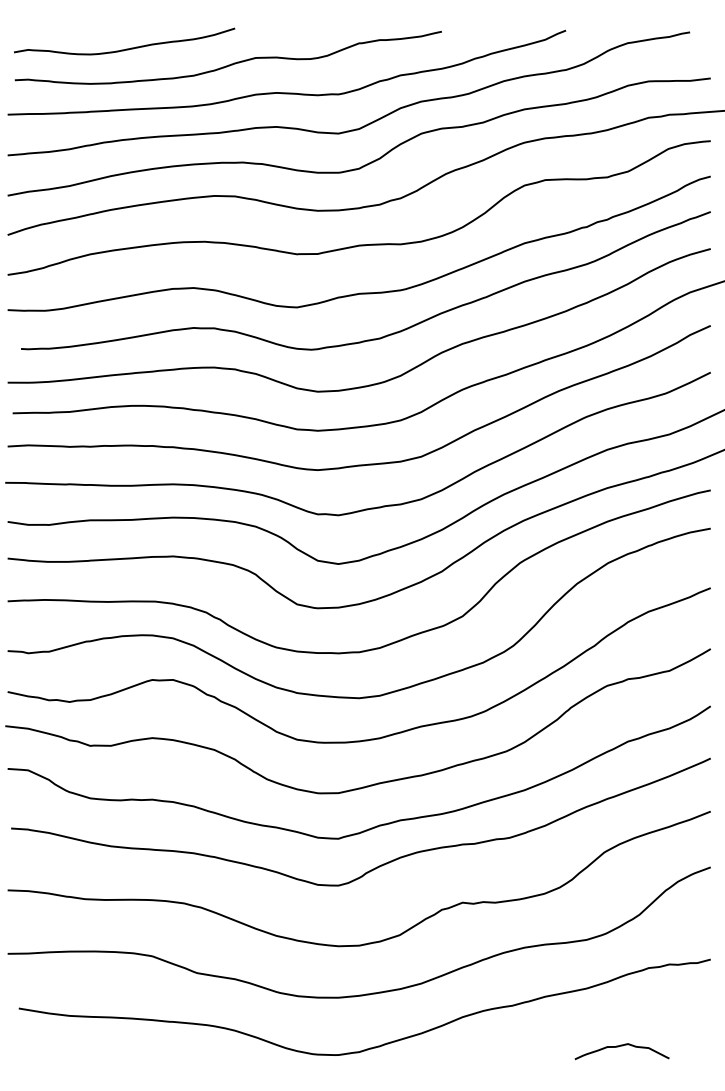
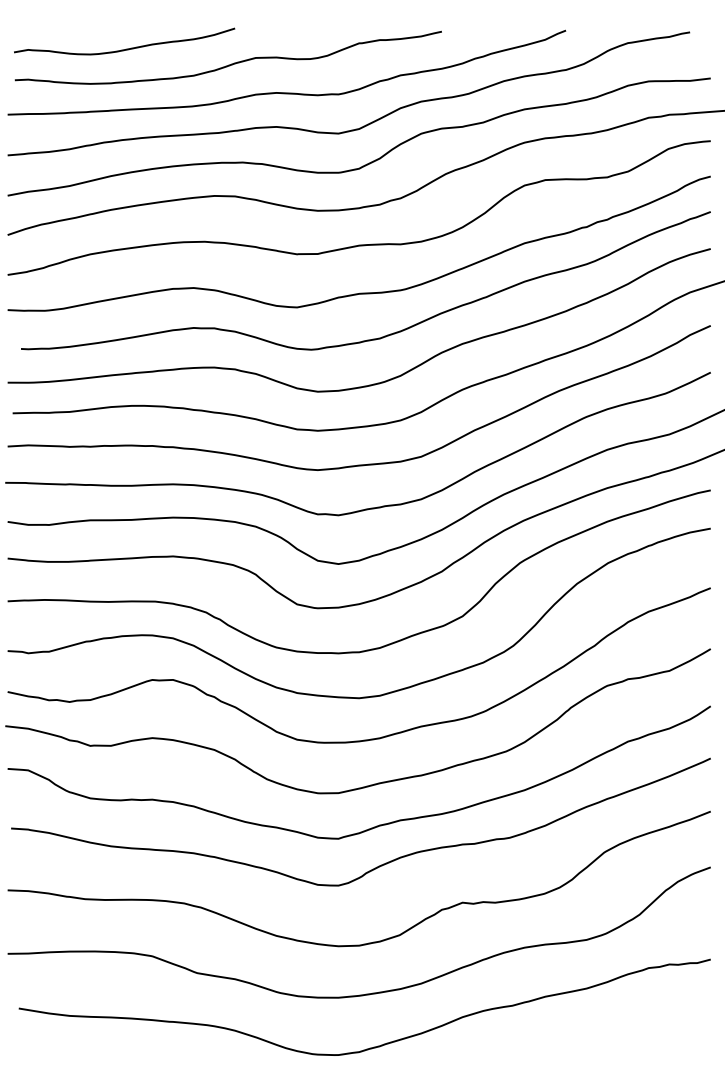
curve at (621, 1046): present -> none
